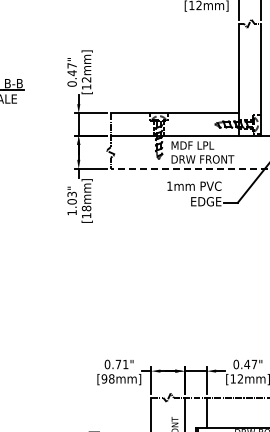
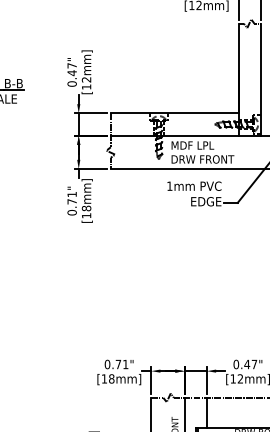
line at (189, 169): dashed -> solid
text at (71, 203): 1.03" -> 0.71"
text at (104, 378): [98mm] -> [18mm]
